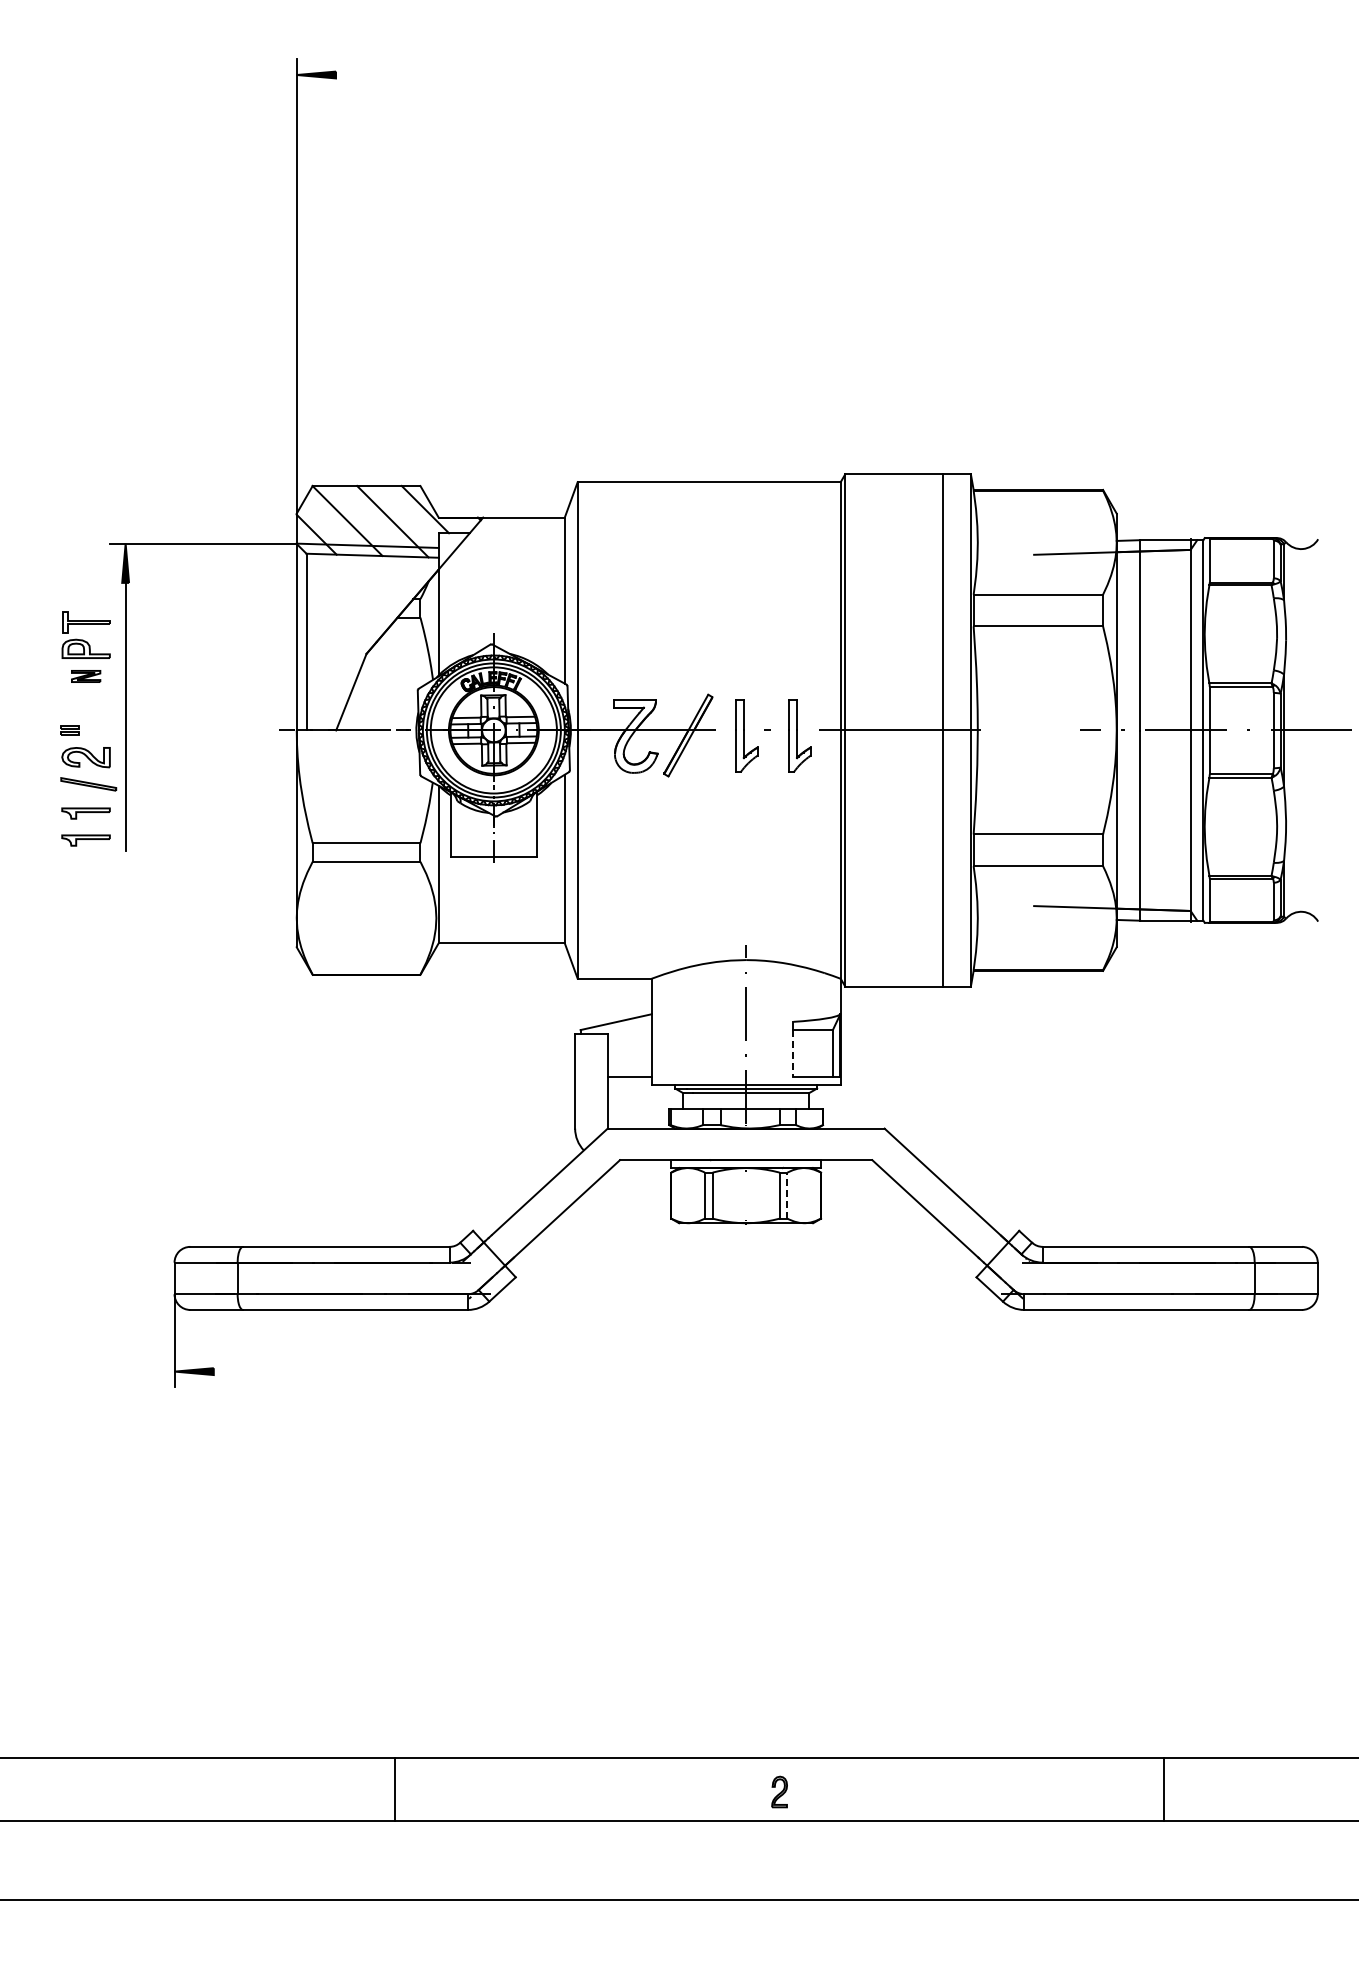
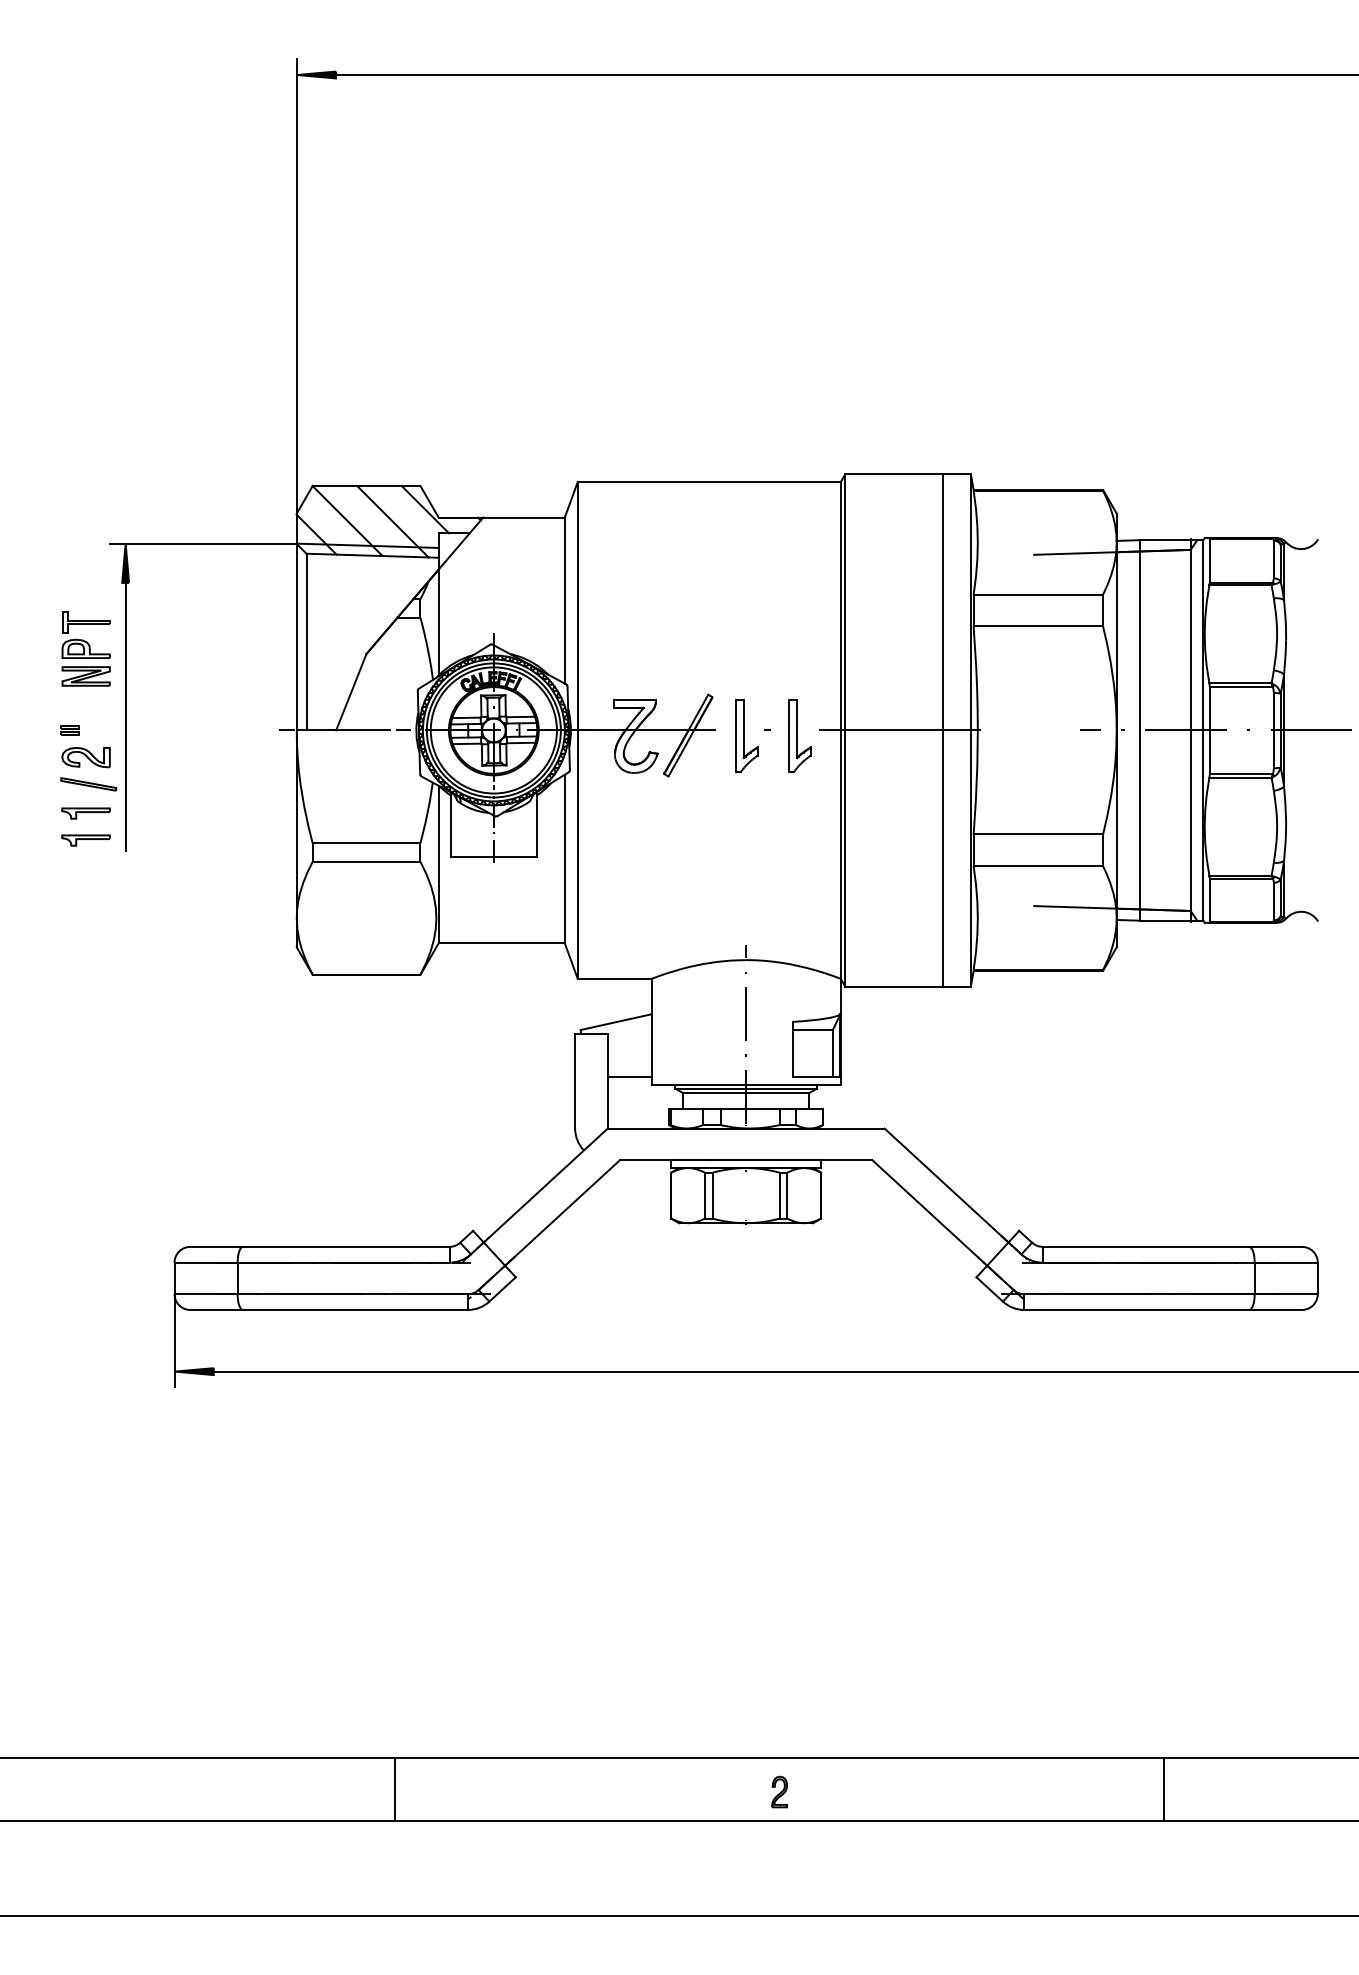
line at (845, 75): none -> present
part at (86, 676) size: 31x13 px -> 50x21 px
line at (793, 1053): dashed -> solid
line at (787, 1195): dashed -> solid
line at (784, 1371): none -> present
line at (678, 1899) position: (678, 1899) -> (678, 1915)
